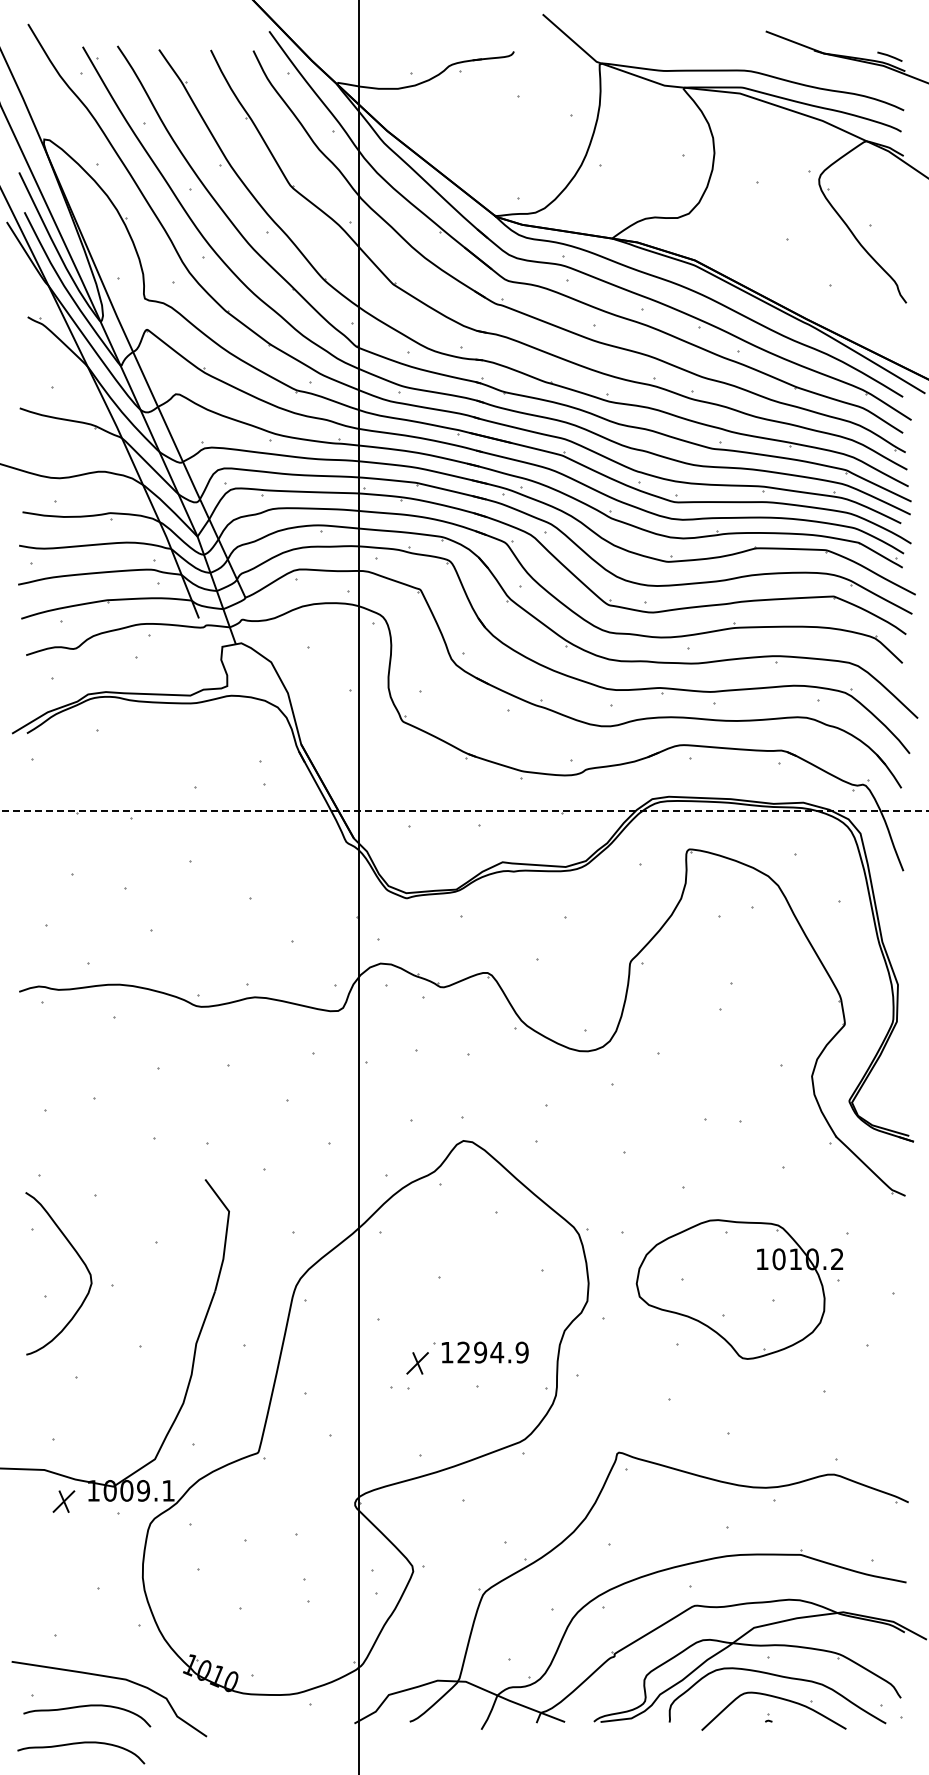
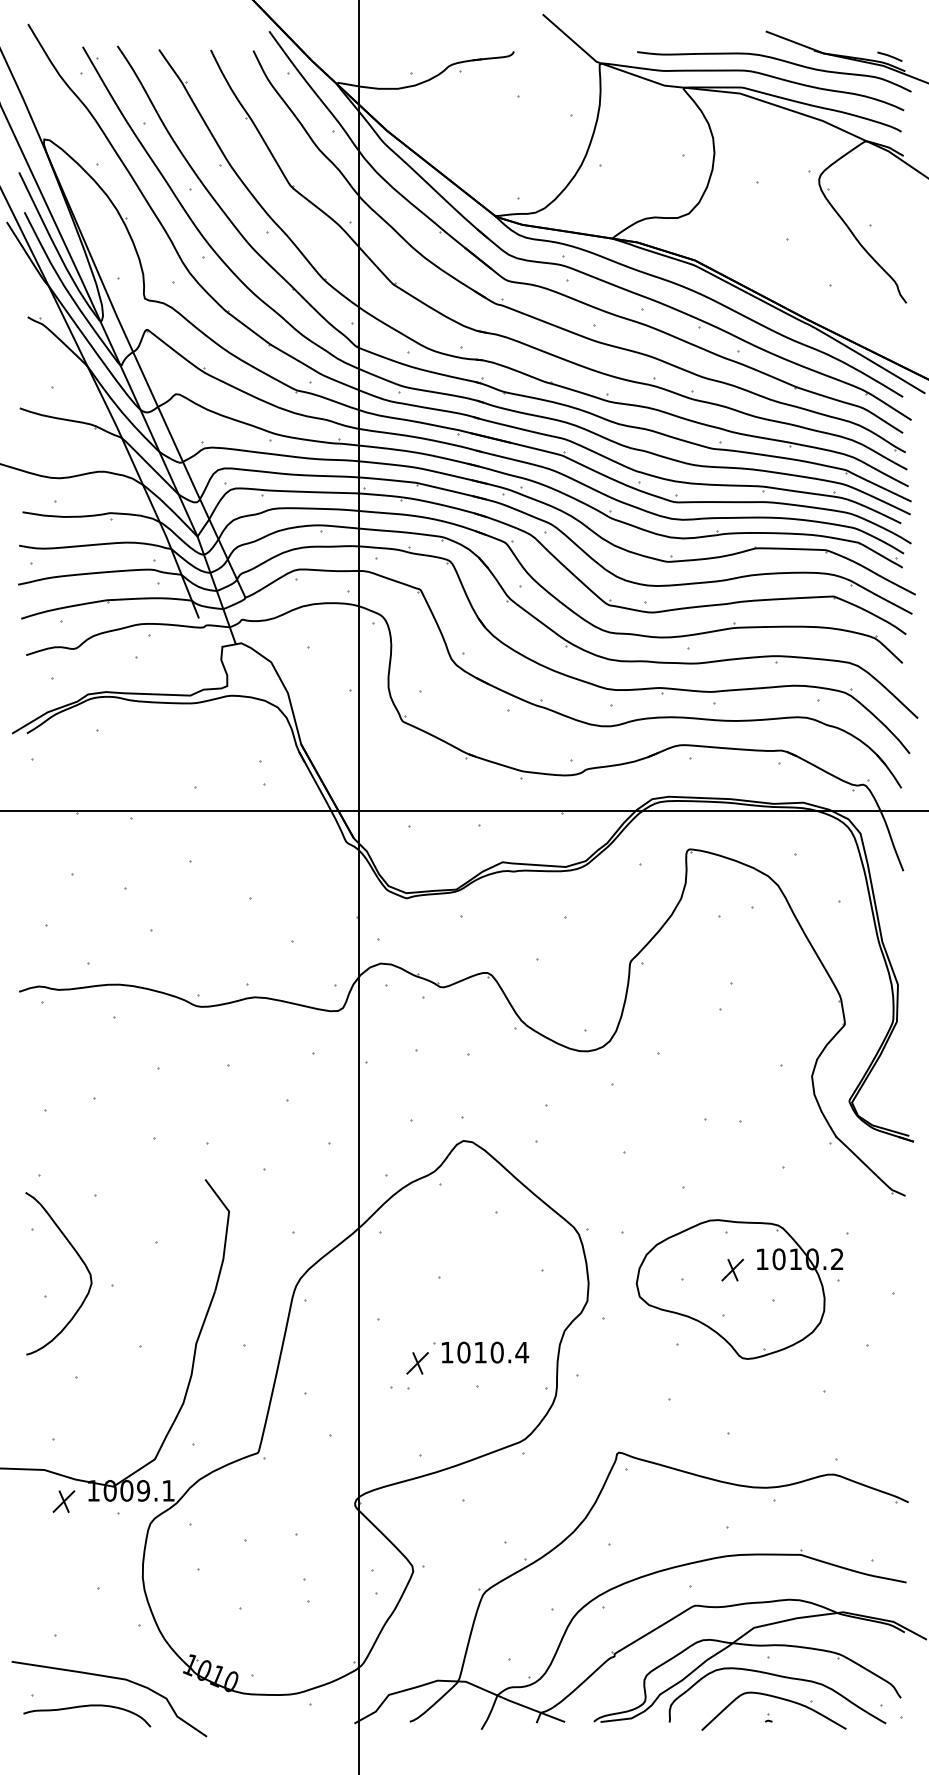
curve at (777, 60): none -> present
line at (464, 811): dashed -> solid
part at (732, 1269): none -> present
text at (493, 1352): 1294.9 -> 1010.4
curve at (77, 1744): present -> none
